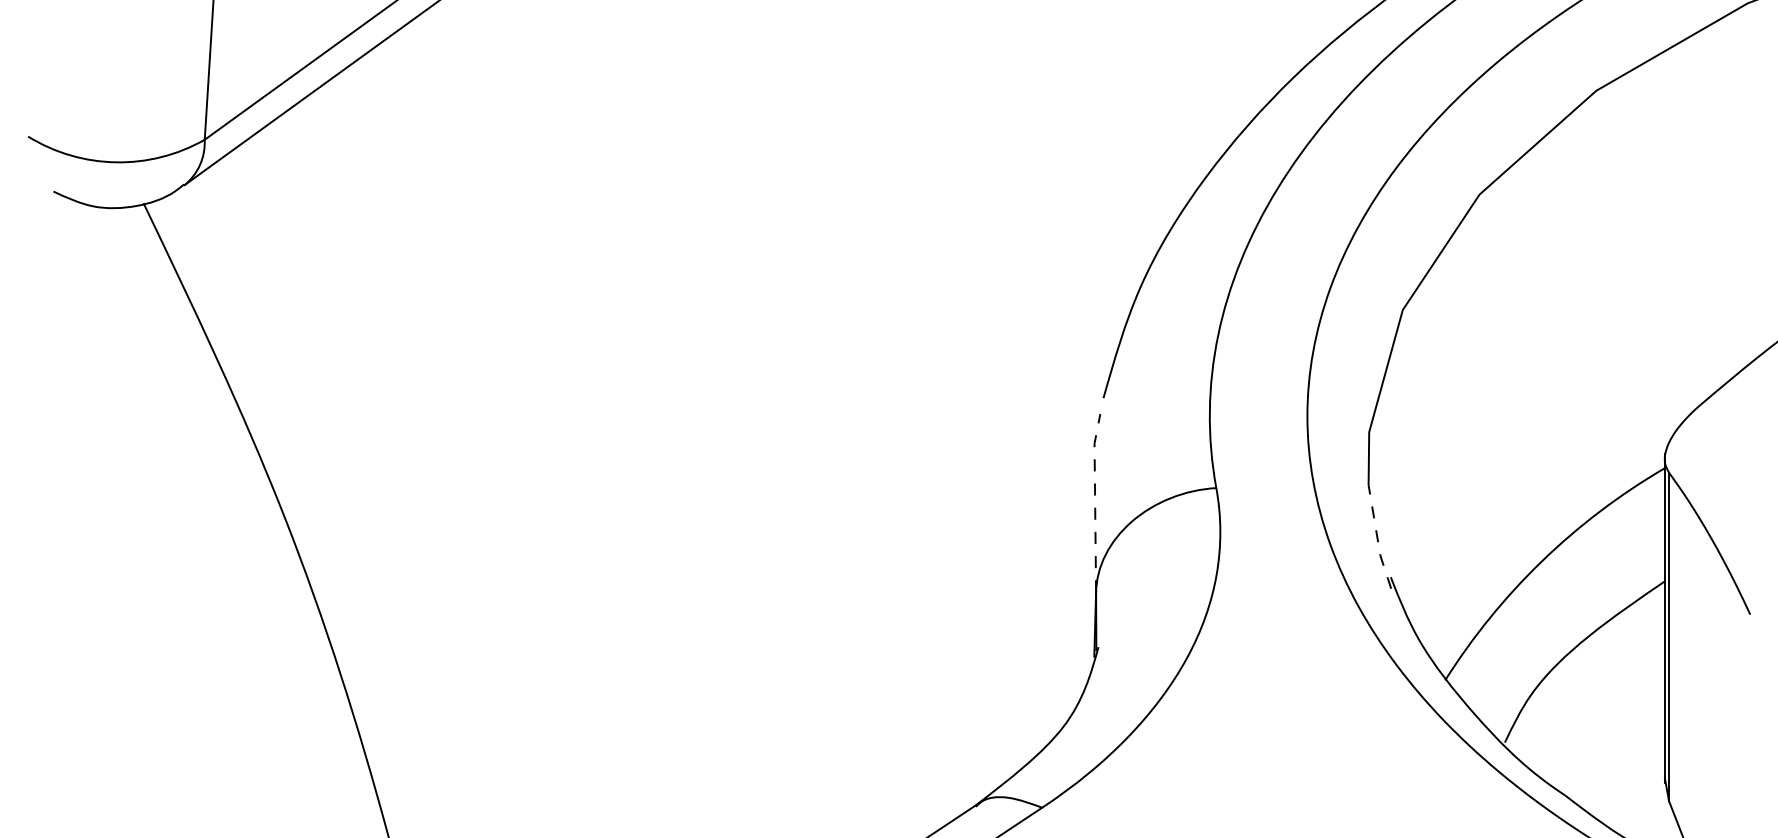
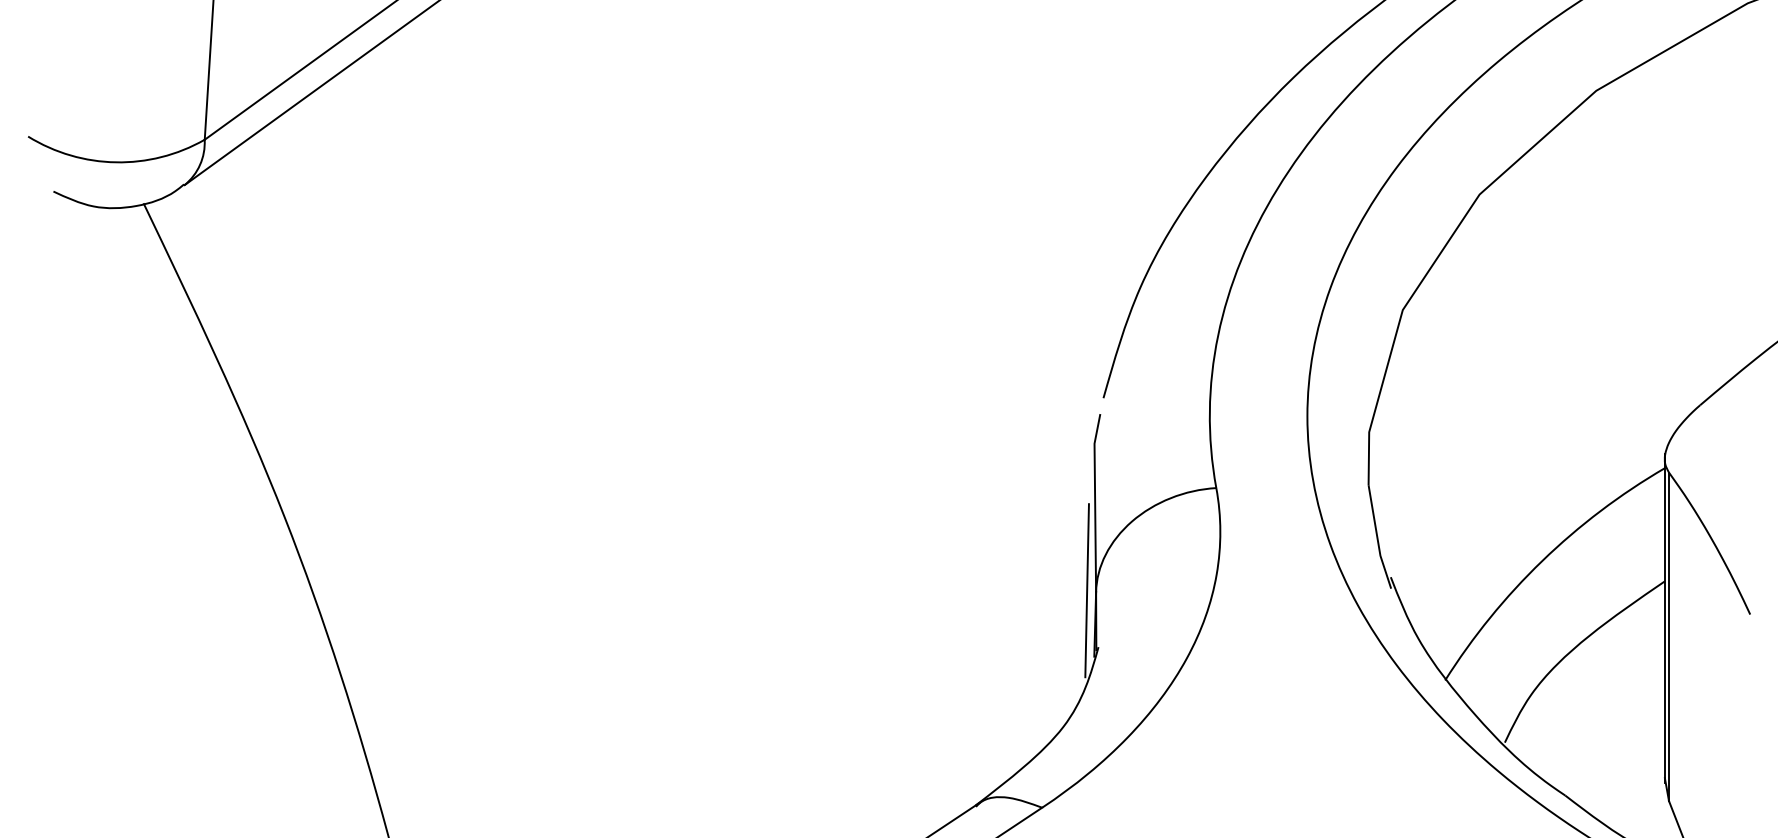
line at (1095, 501): dashed -> solid
line at (1377, 538): dashed -> solid
line at (1086, 590): none -> present
